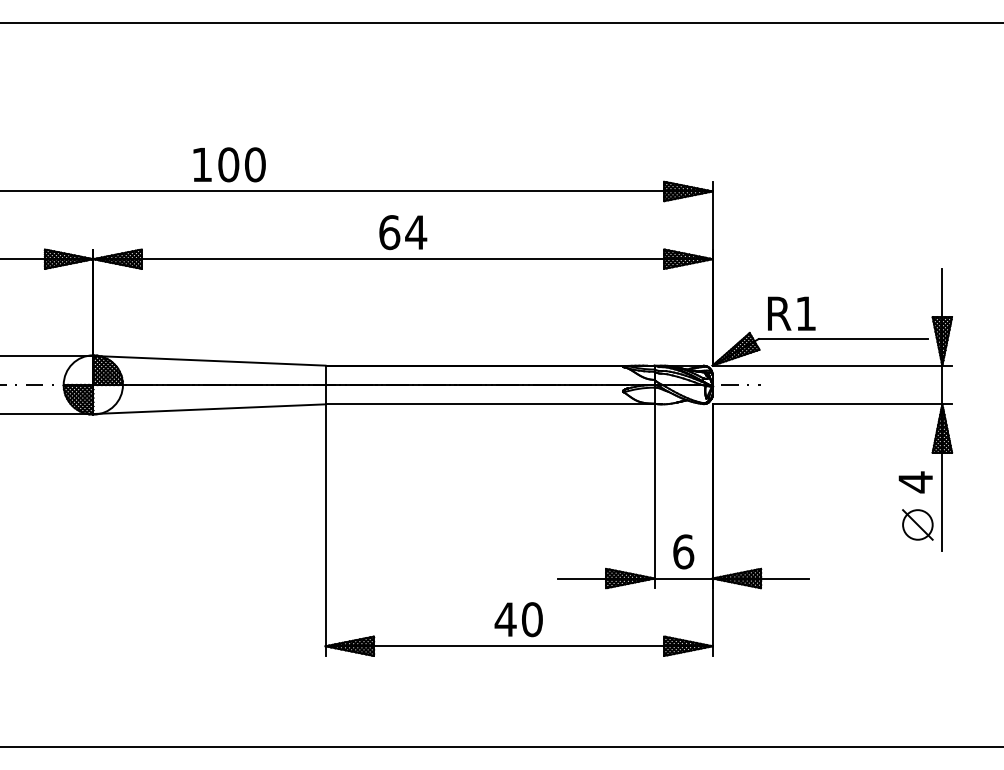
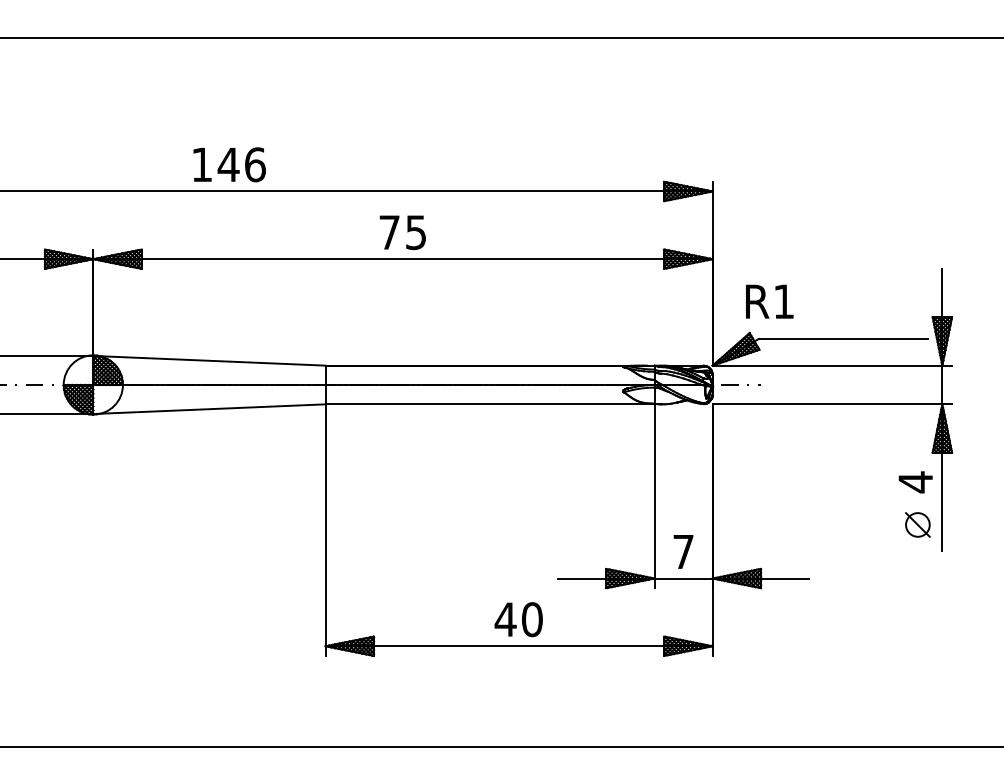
line at (501, 23) position: (501, 23) -> (501, 38)
text at (241, 164): 100 -> 146
text at (403, 232): 64 -> 75
text at (791, 313) position: (791, 313) -> (769, 301)
part at (917, 524) size: 32x32 px -> 26x26 px
text at (683, 551): 6 -> 7
